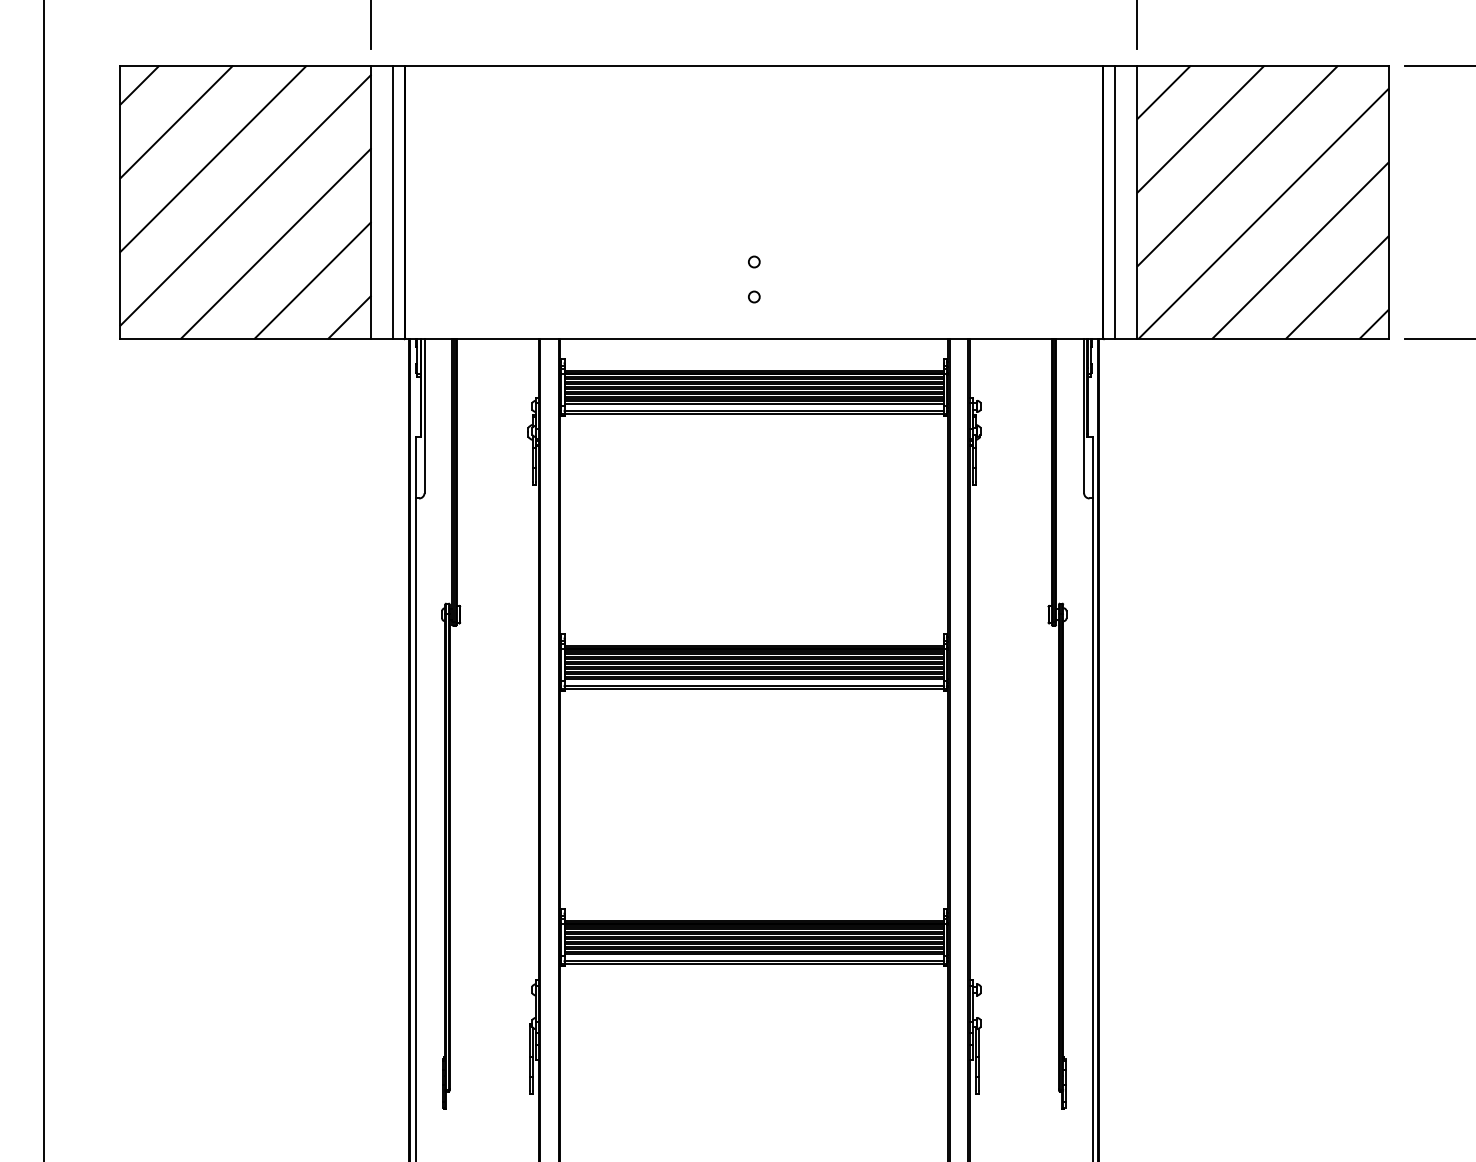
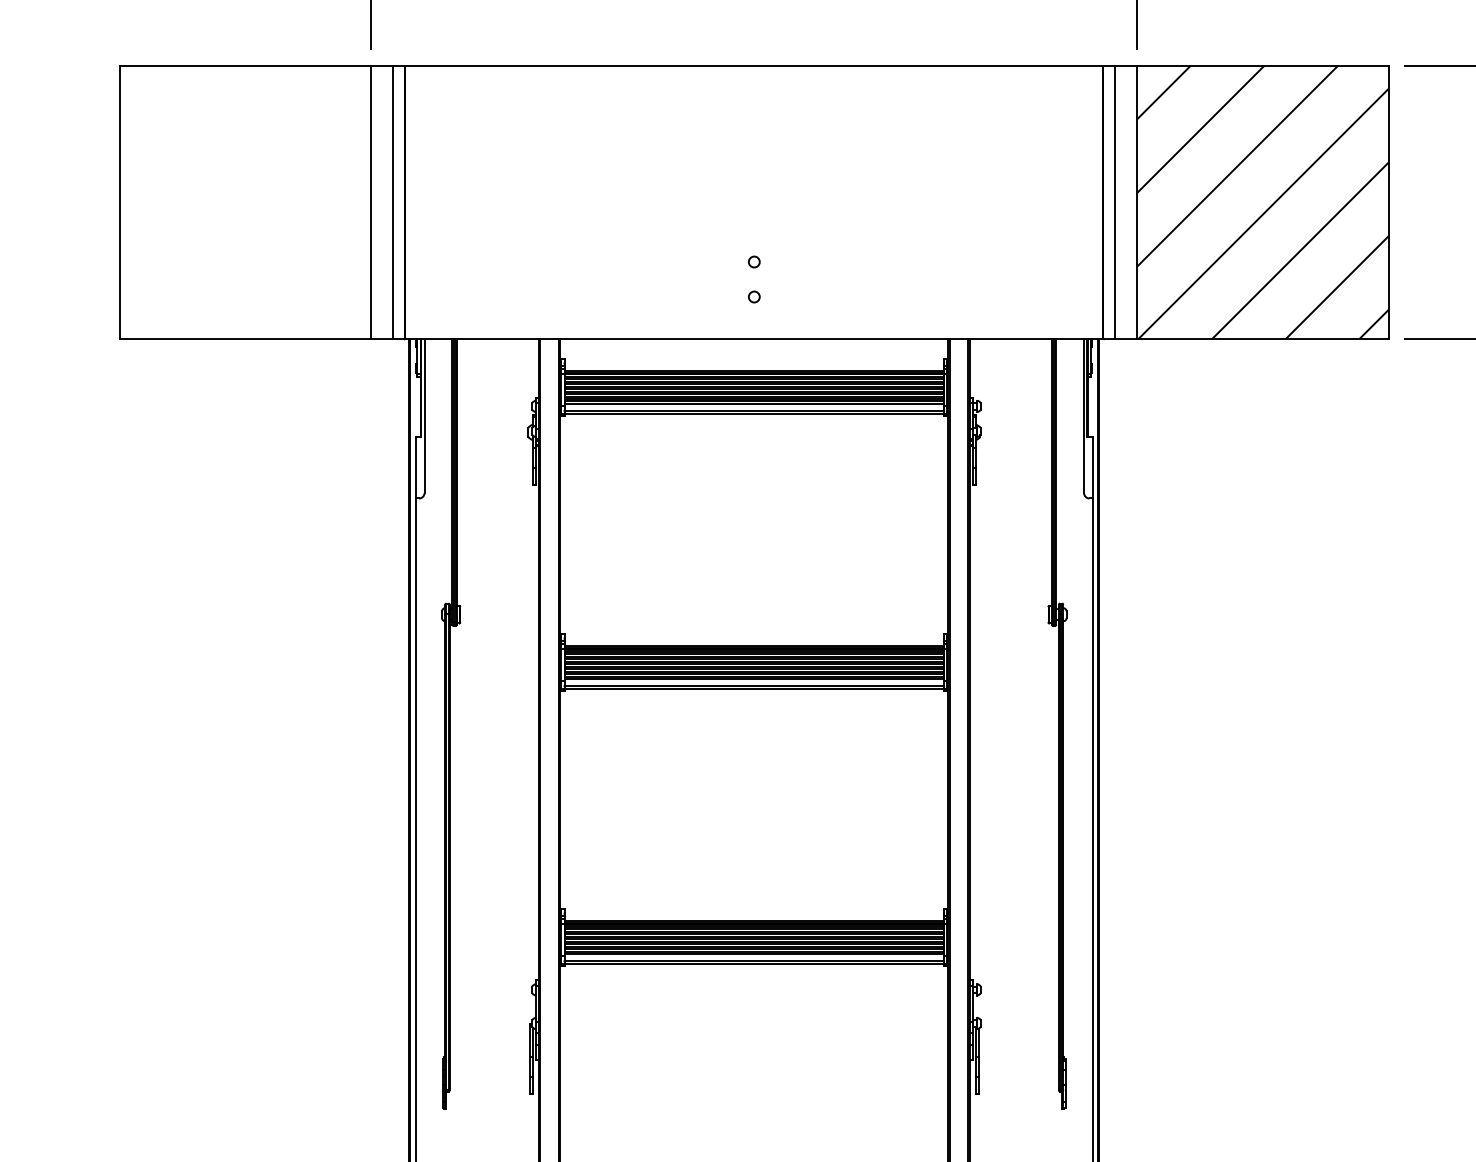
hatch at (245, 202): present -> none
line at (44, 580): present -> none
